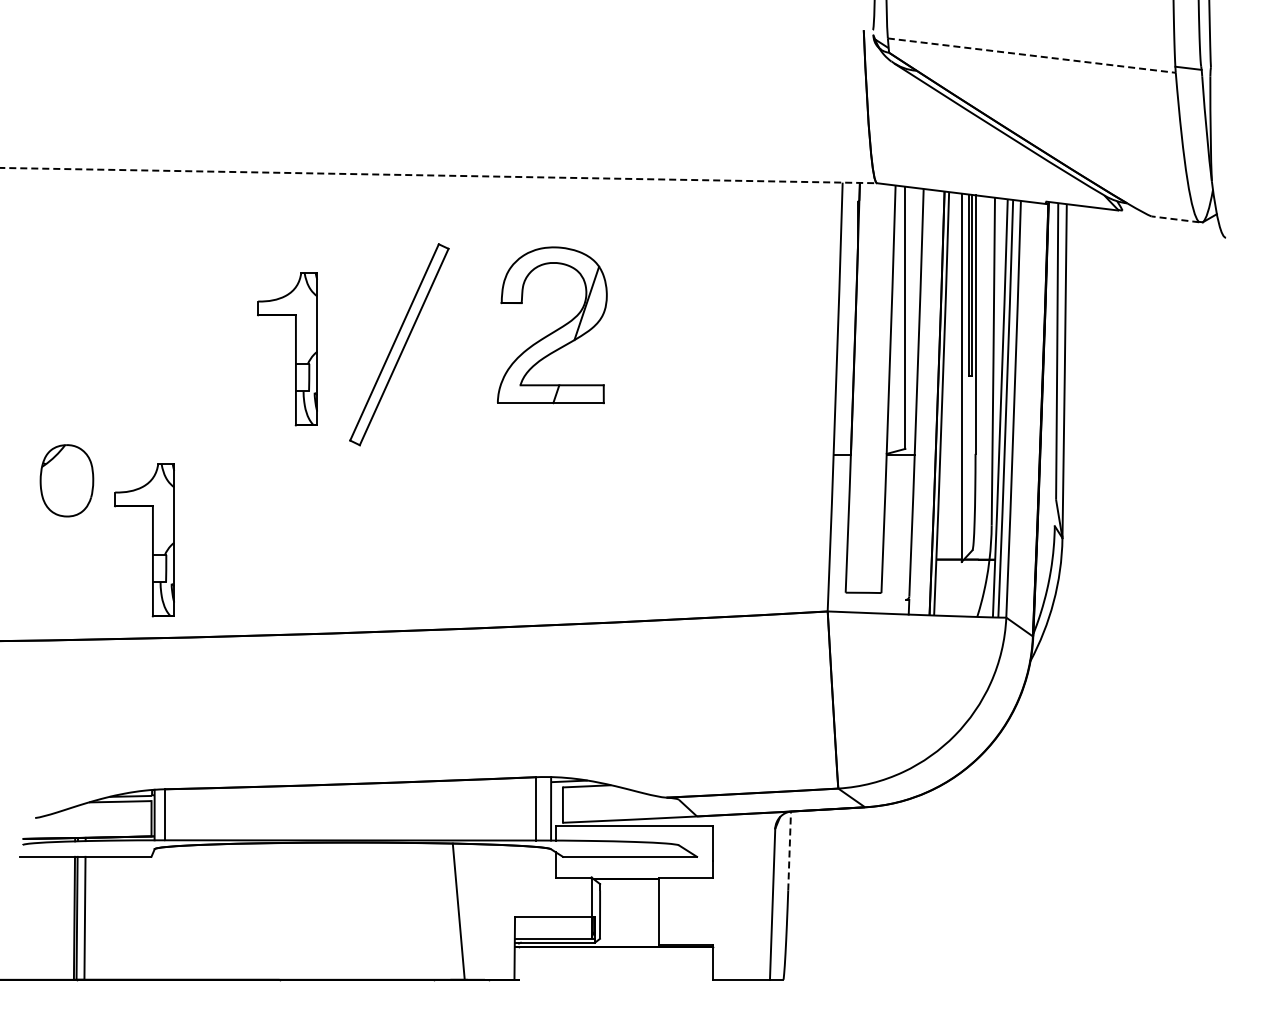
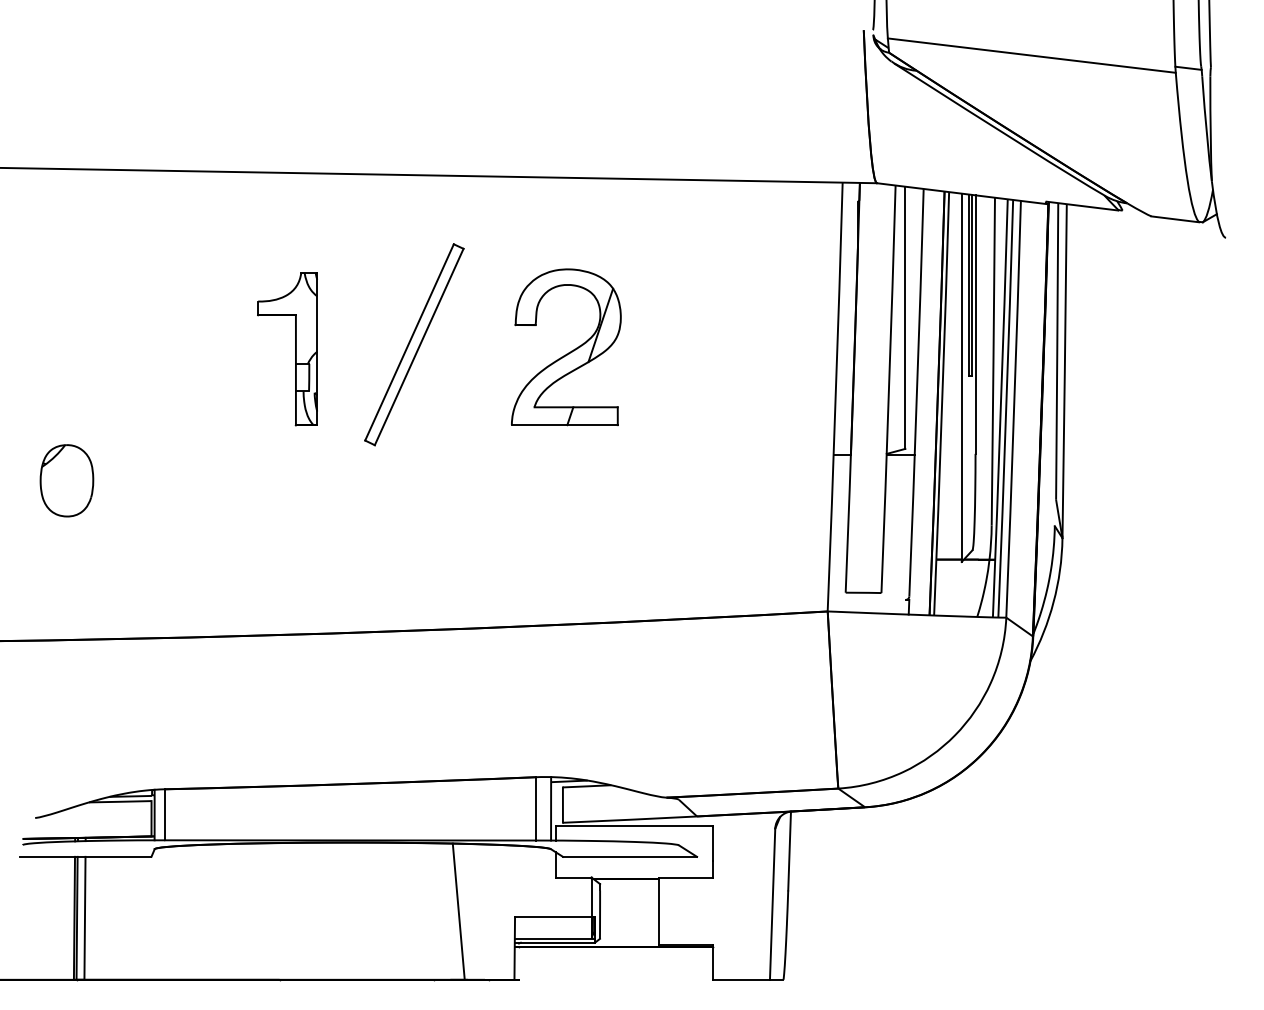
line at (1031, 55): dashed -> solid
line at (439, 175): dashed -> solid
line at (1174, 219): dashed -> solid
part at (552, 325) position: (552, 325) -> (566, 347)
part at (399, 344) position: (399, 344) -> (414, 344)
part at (152, 540): present -> none
line at (789, 850): dashed -> solid
